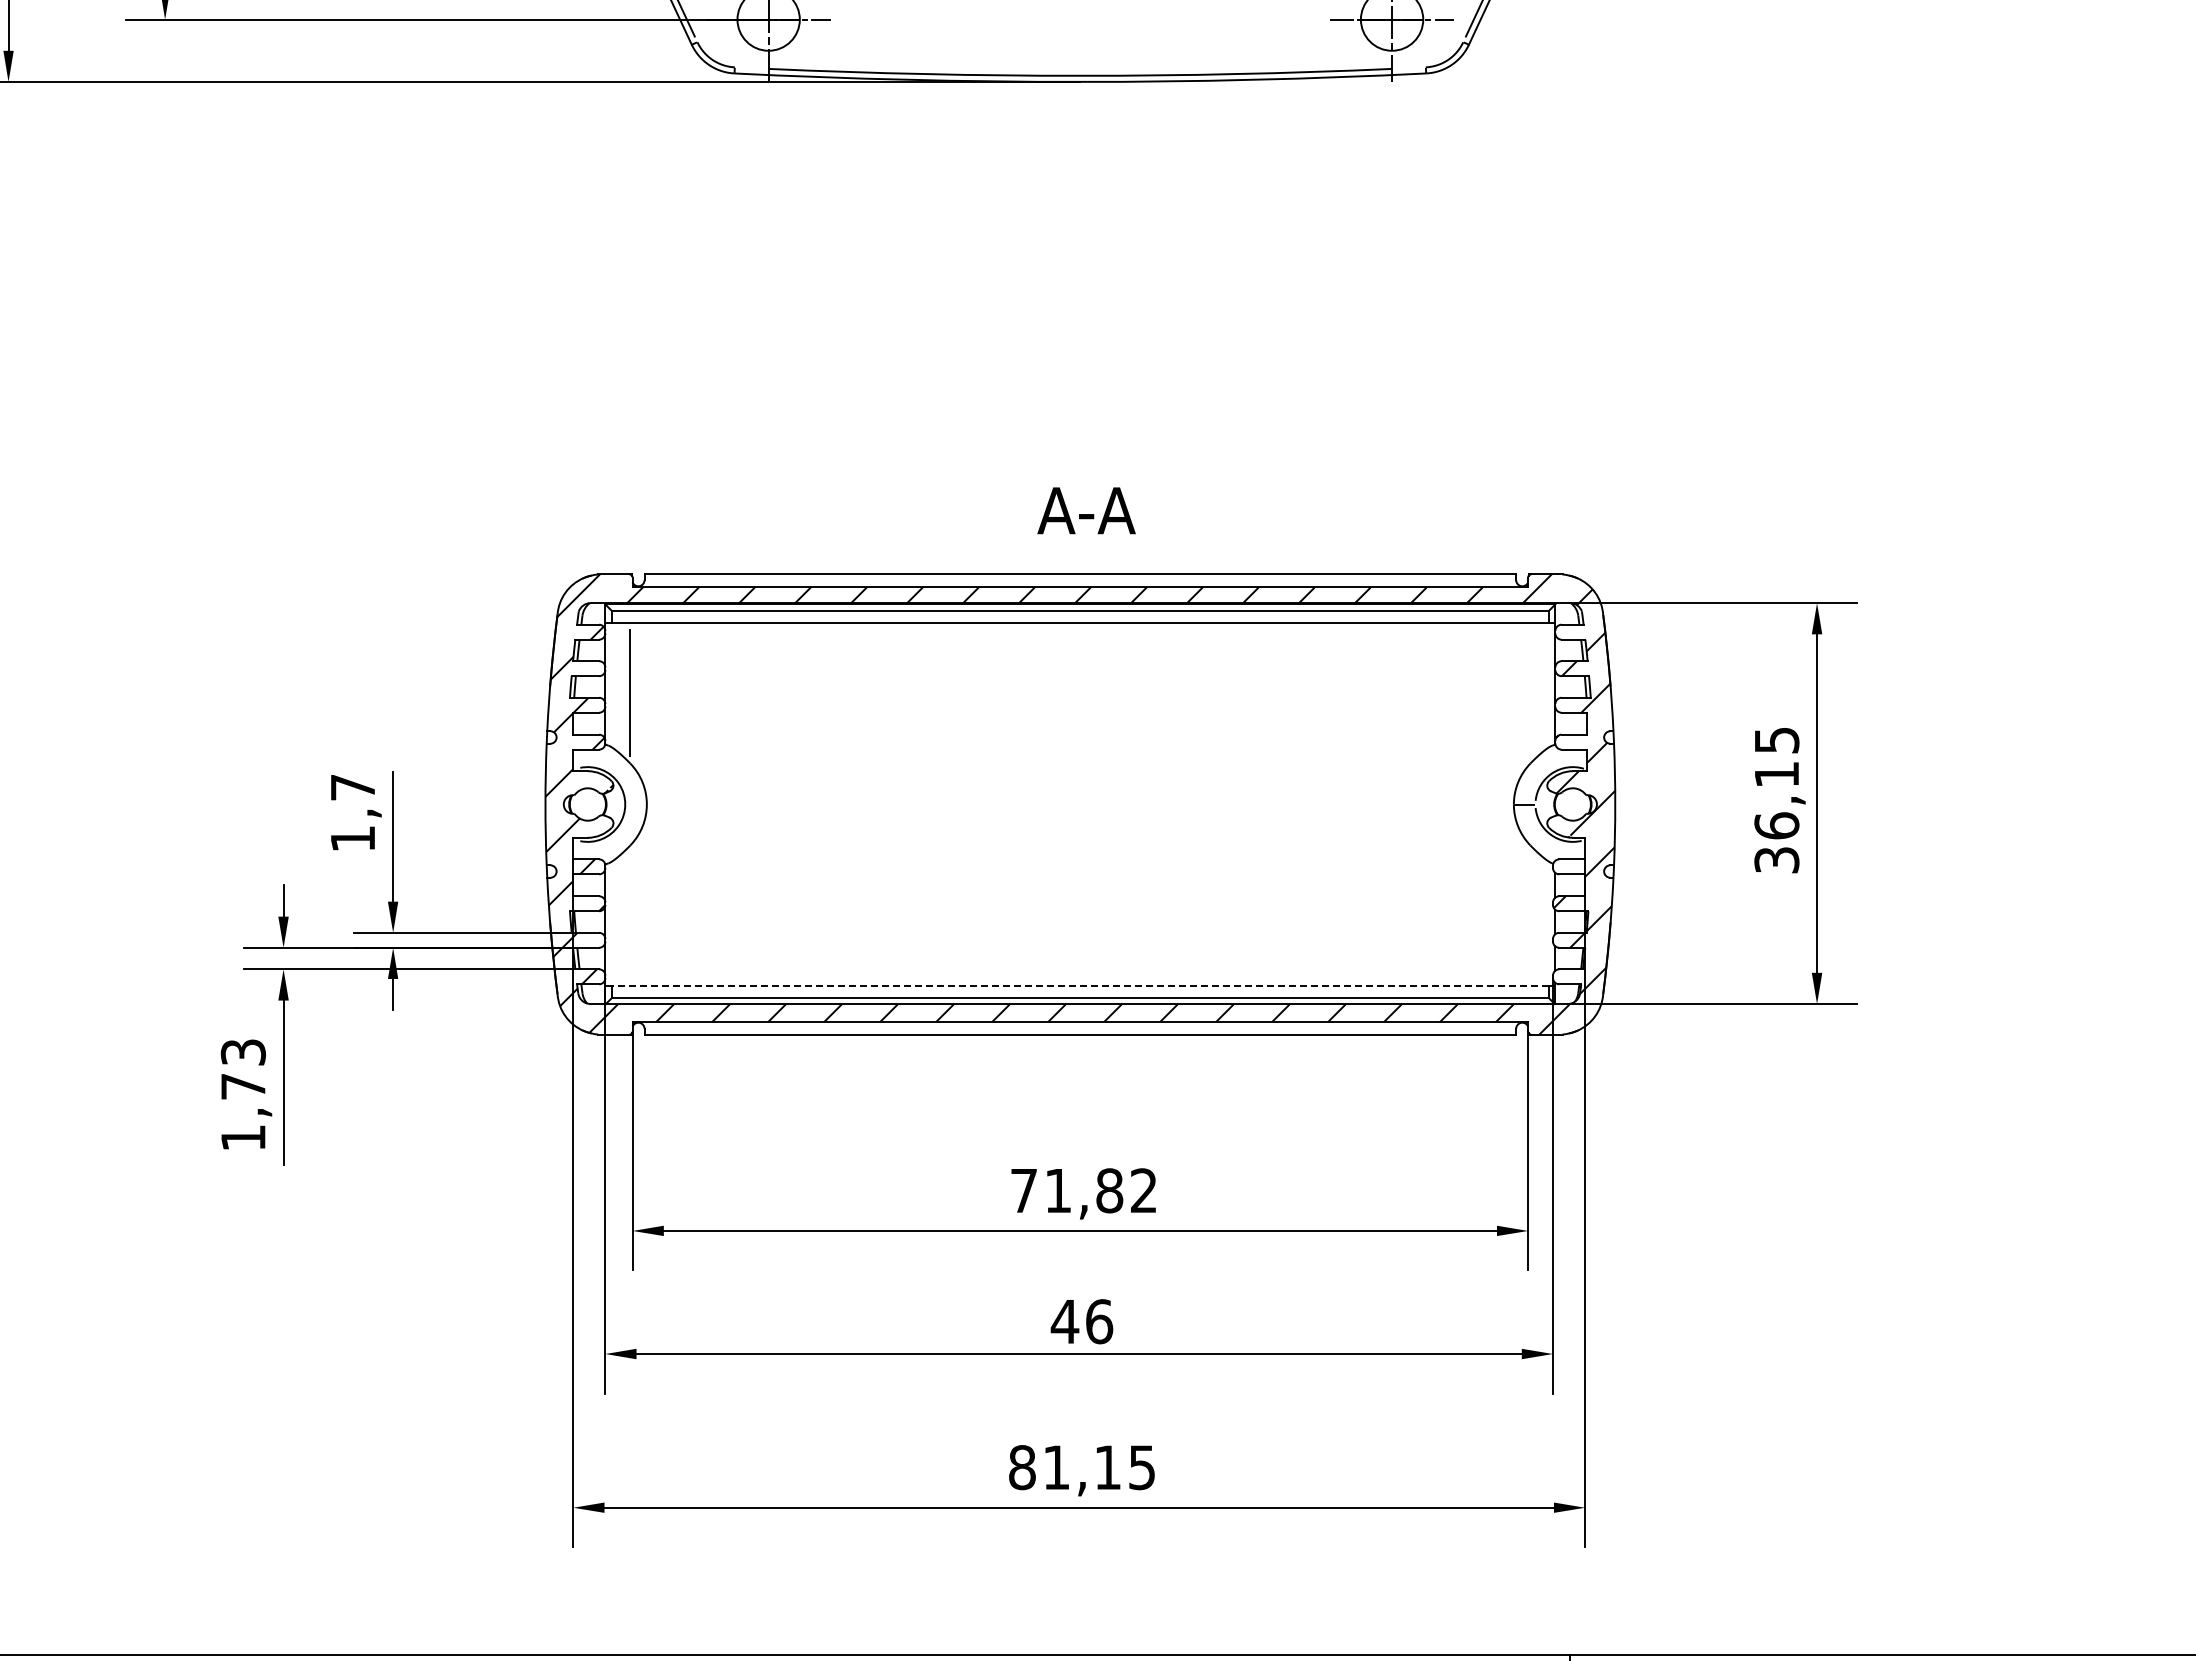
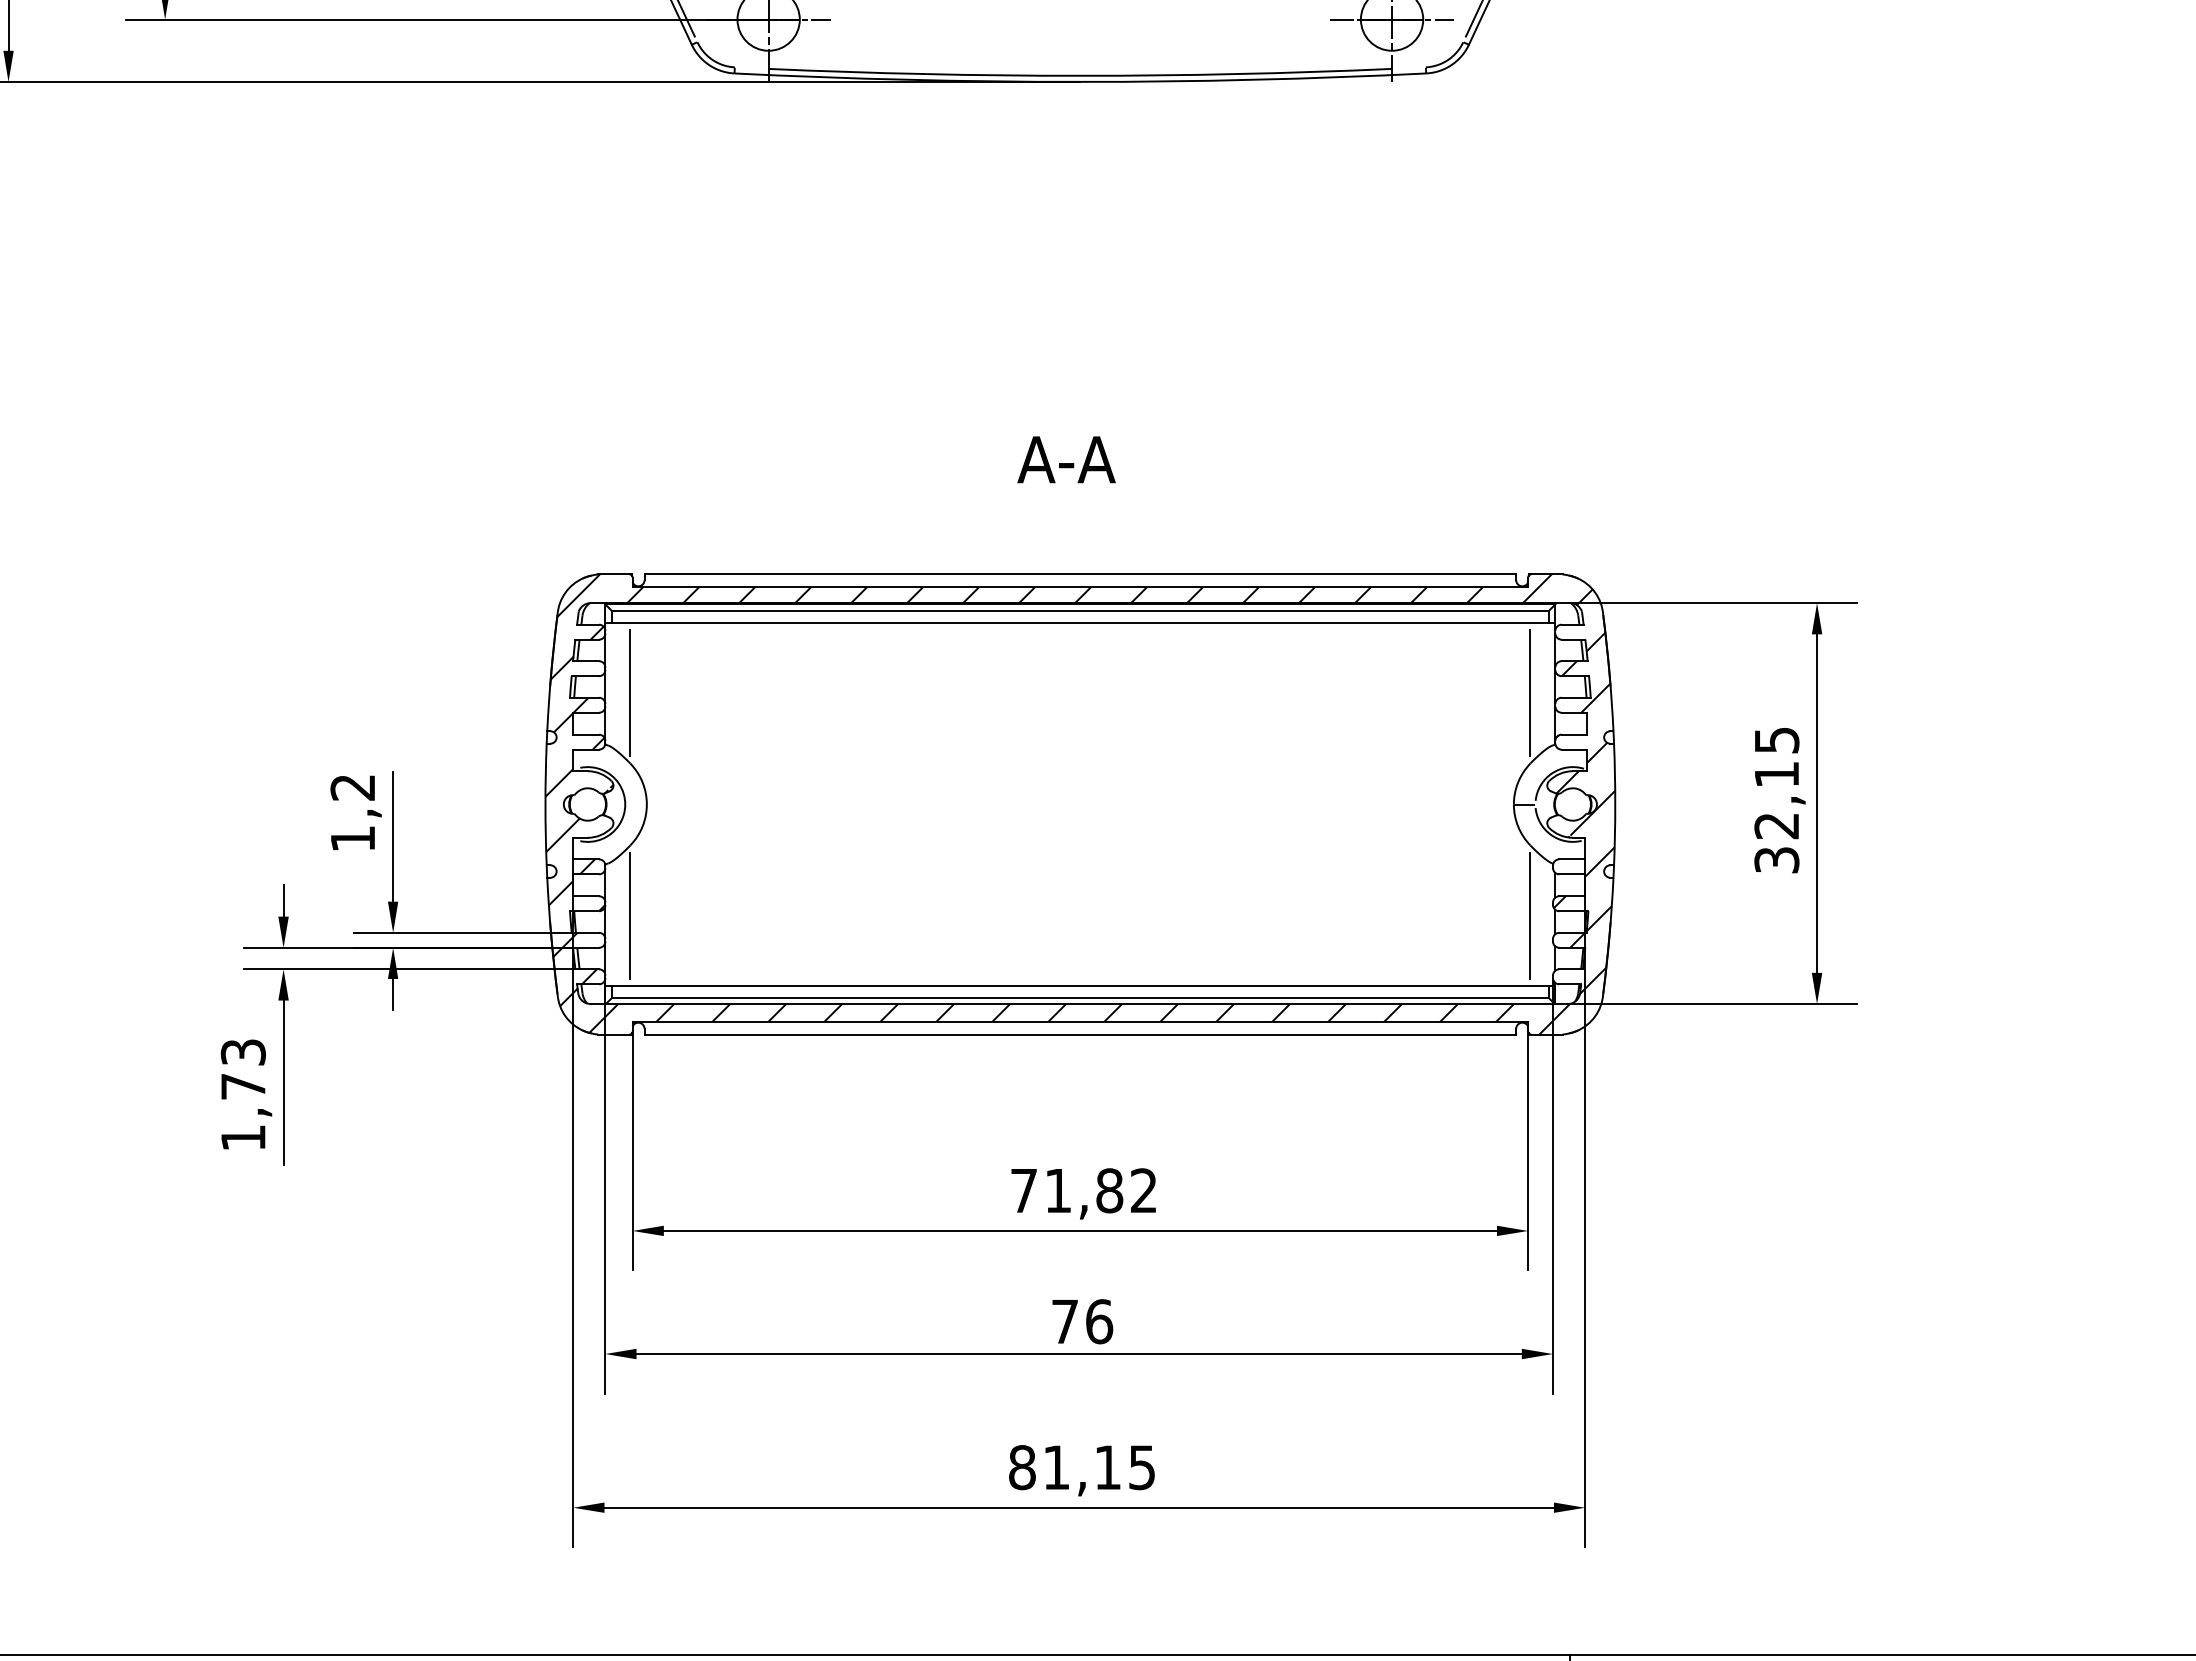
text at (1086, 510) position: (1086, 510) -> (1066, 459)
line at (1530, 693): none -> present
text at (352, 787): 1,7 -> 1,2
text at (1776, 825): 36,15 -> 32,15
line at (630, 915): none -> present
line at (1530, 915): none -> present
line at (1080, 985): dashed -> solid
text at (1064, 1321): 46 -> 76
